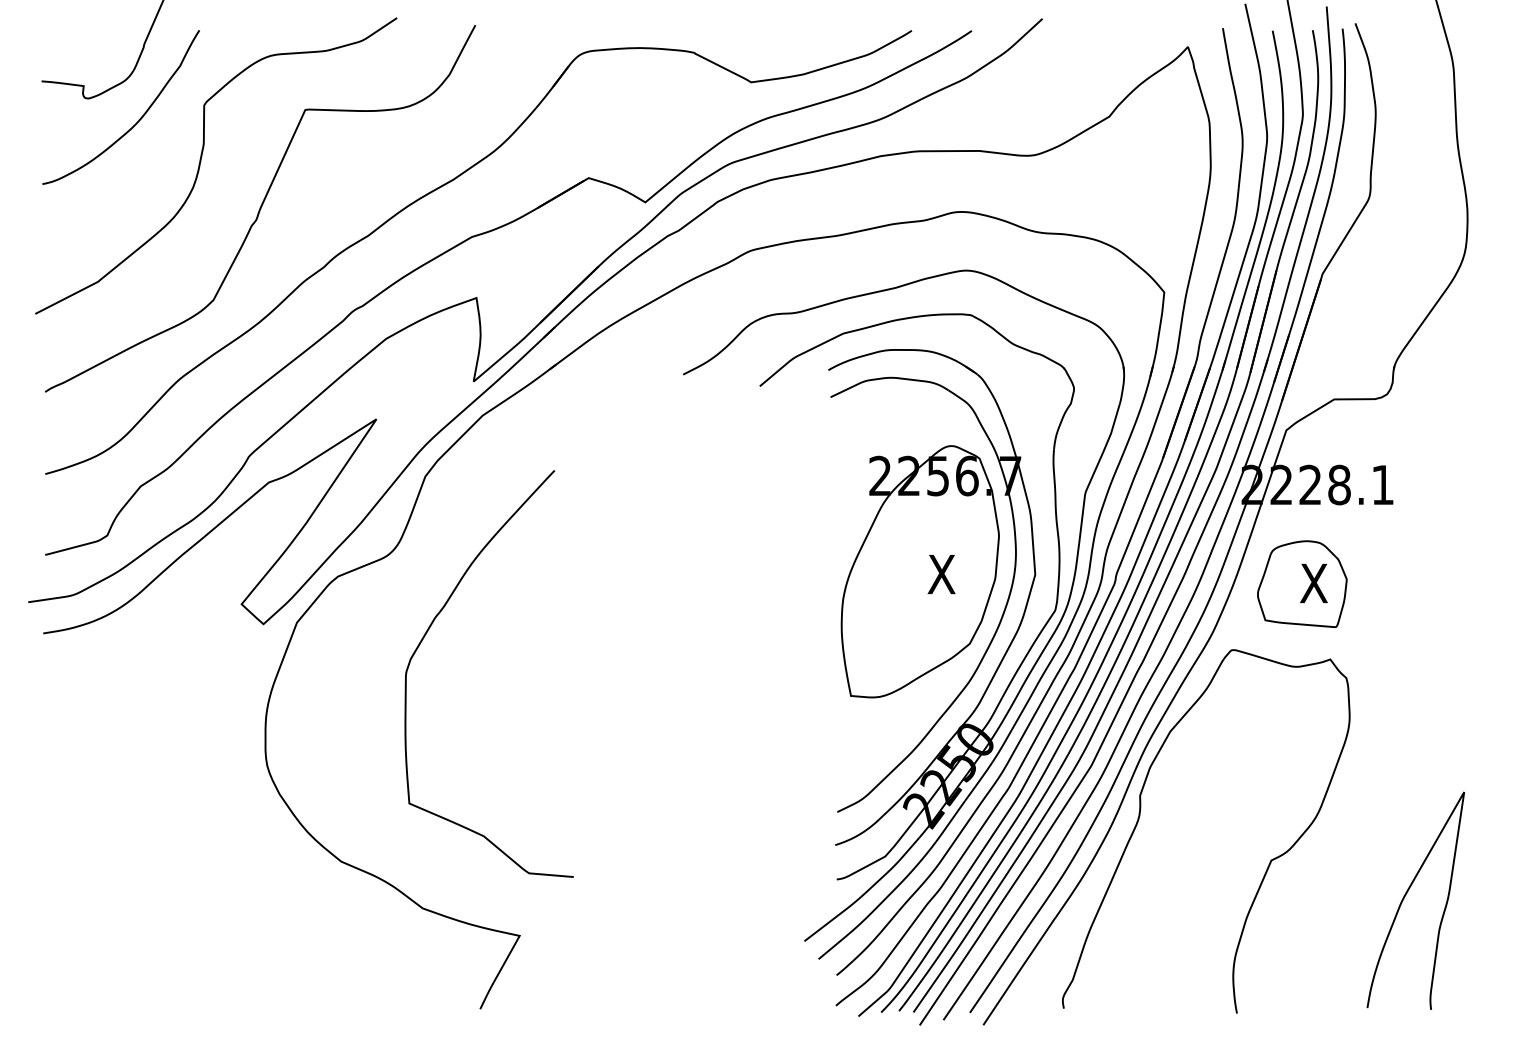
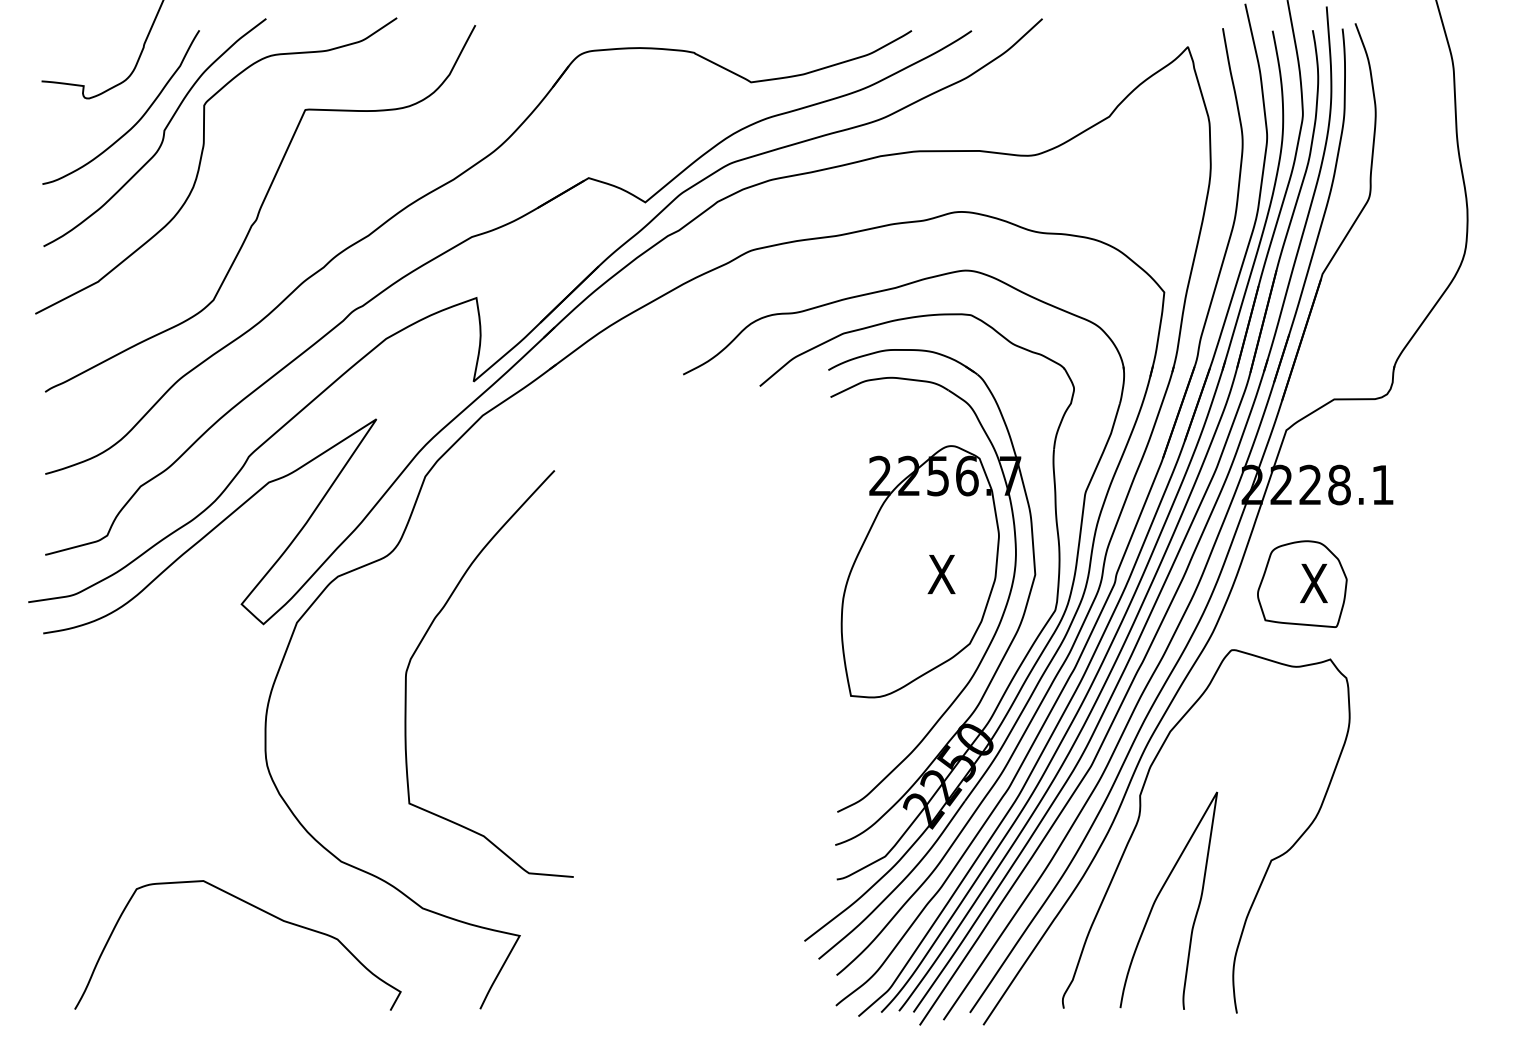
curve at (162, 136): none -> present
curve at (1406, 895) position: (1406, 895) -> (1159, 895)
curve at (256, 908): none -> present
